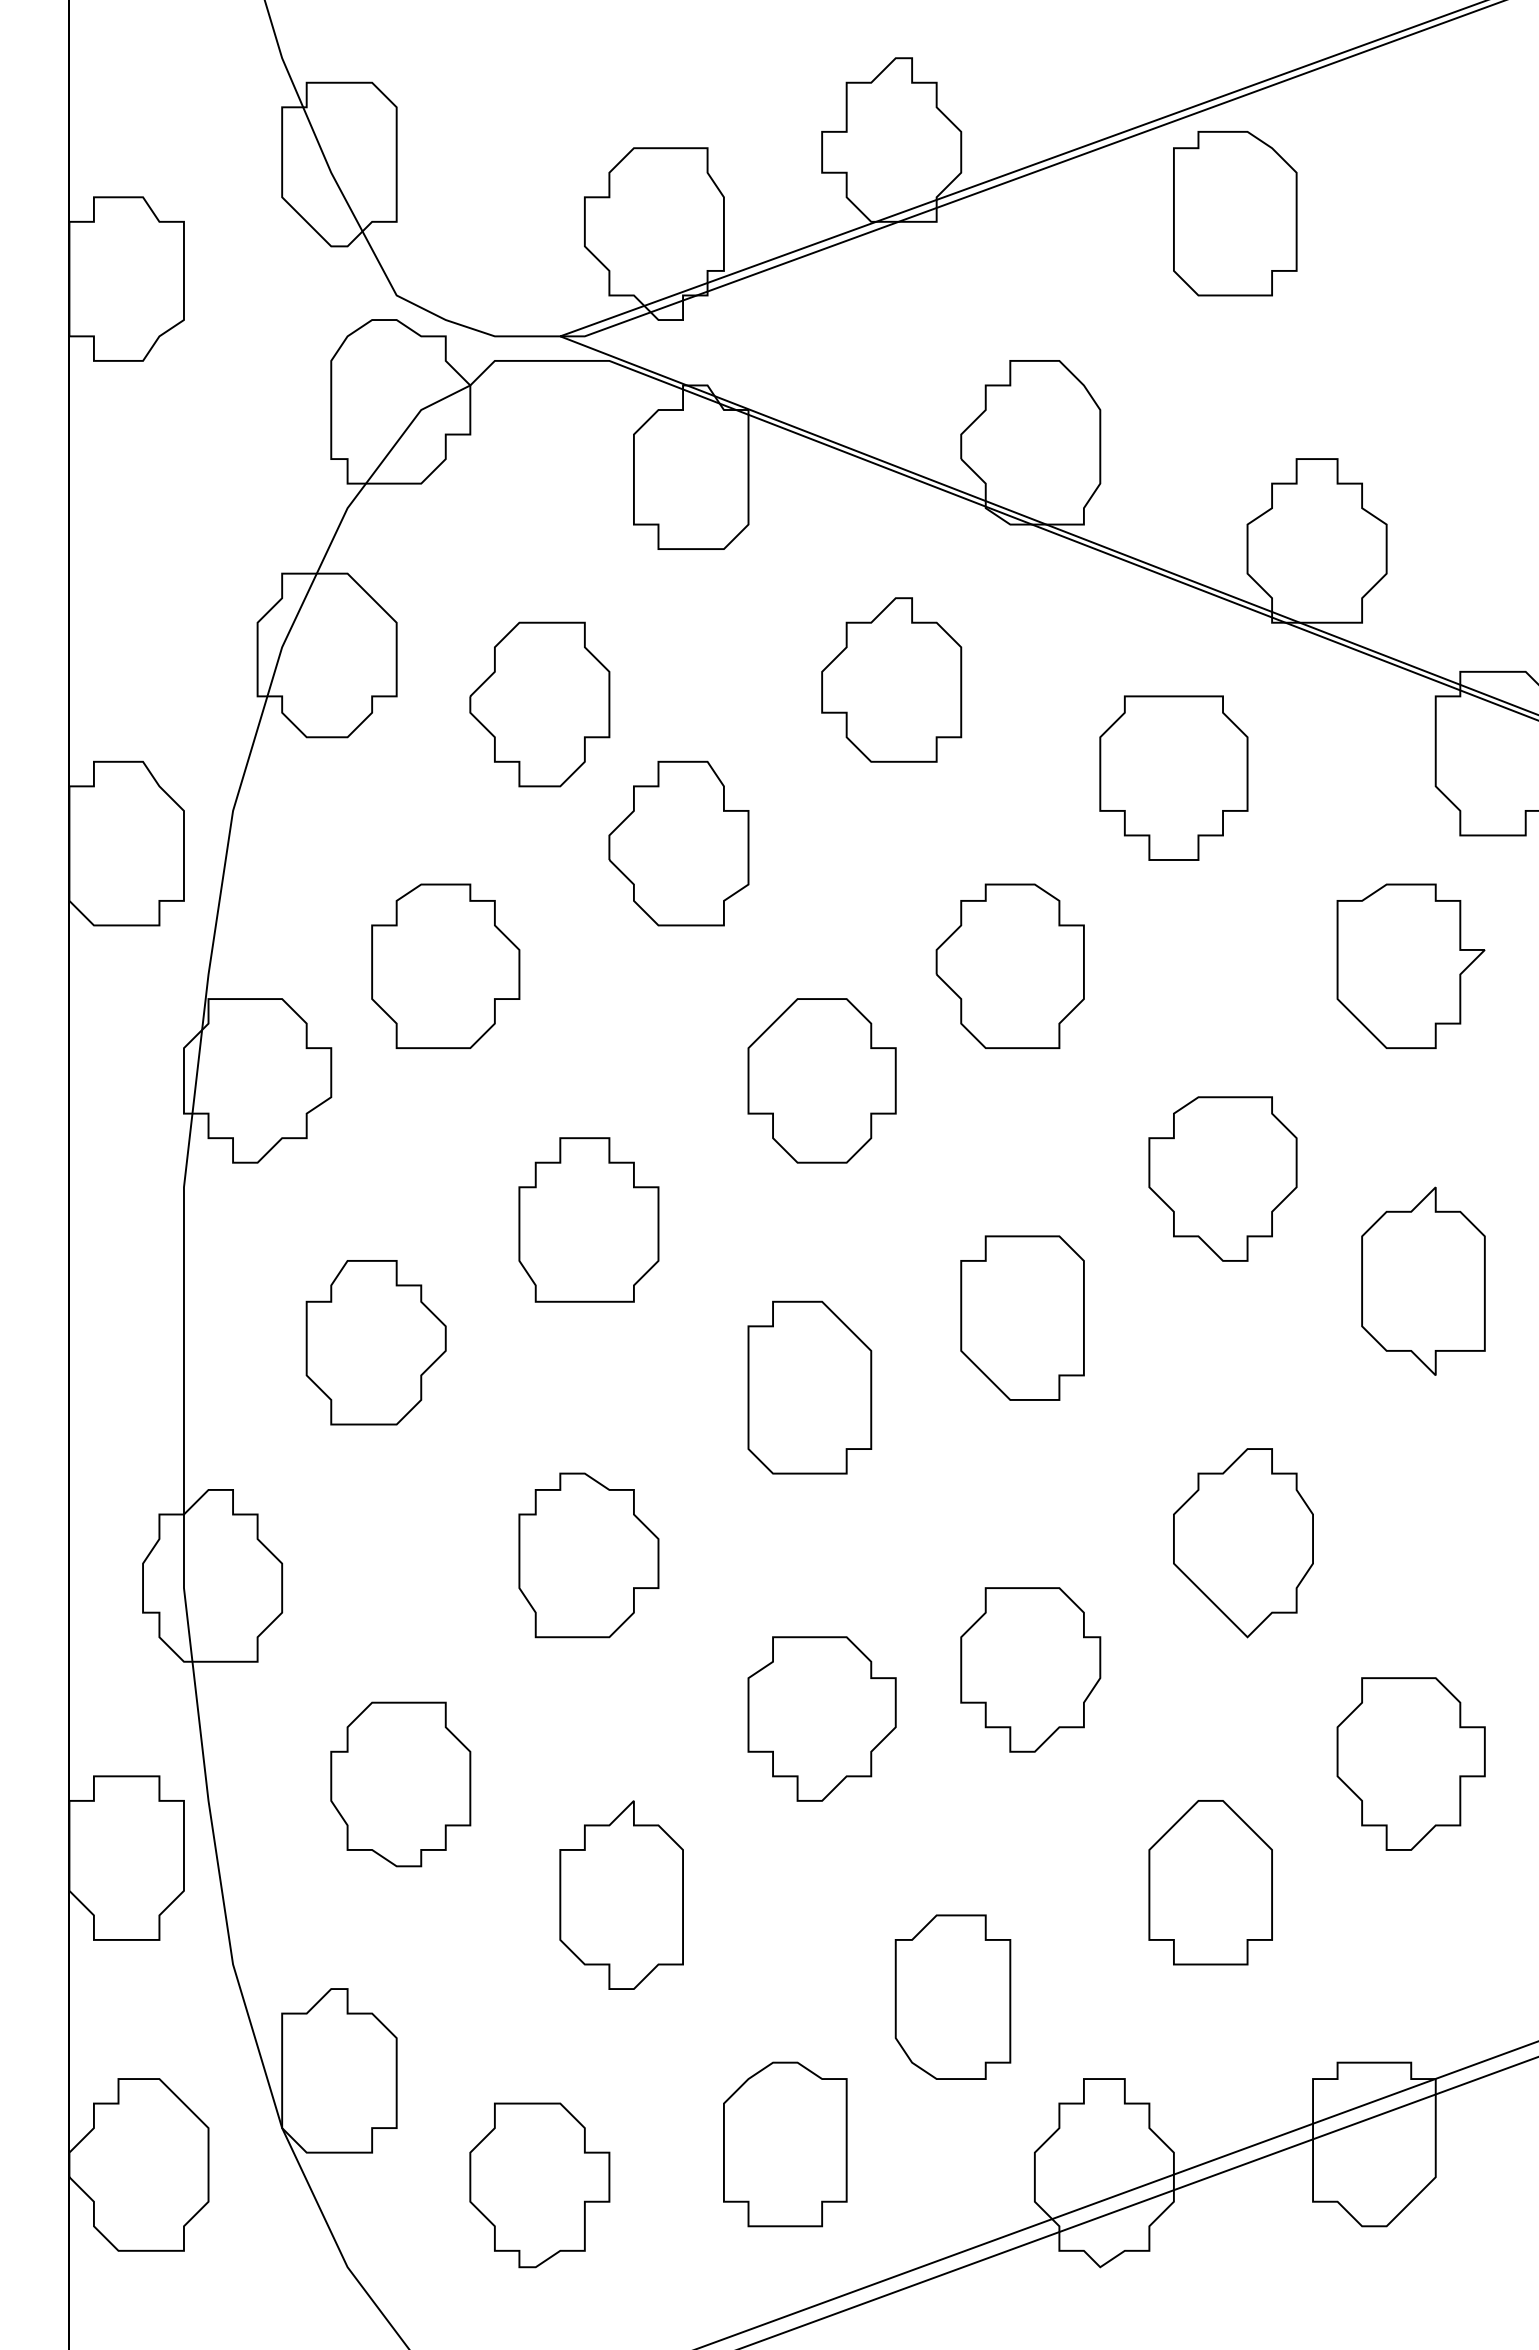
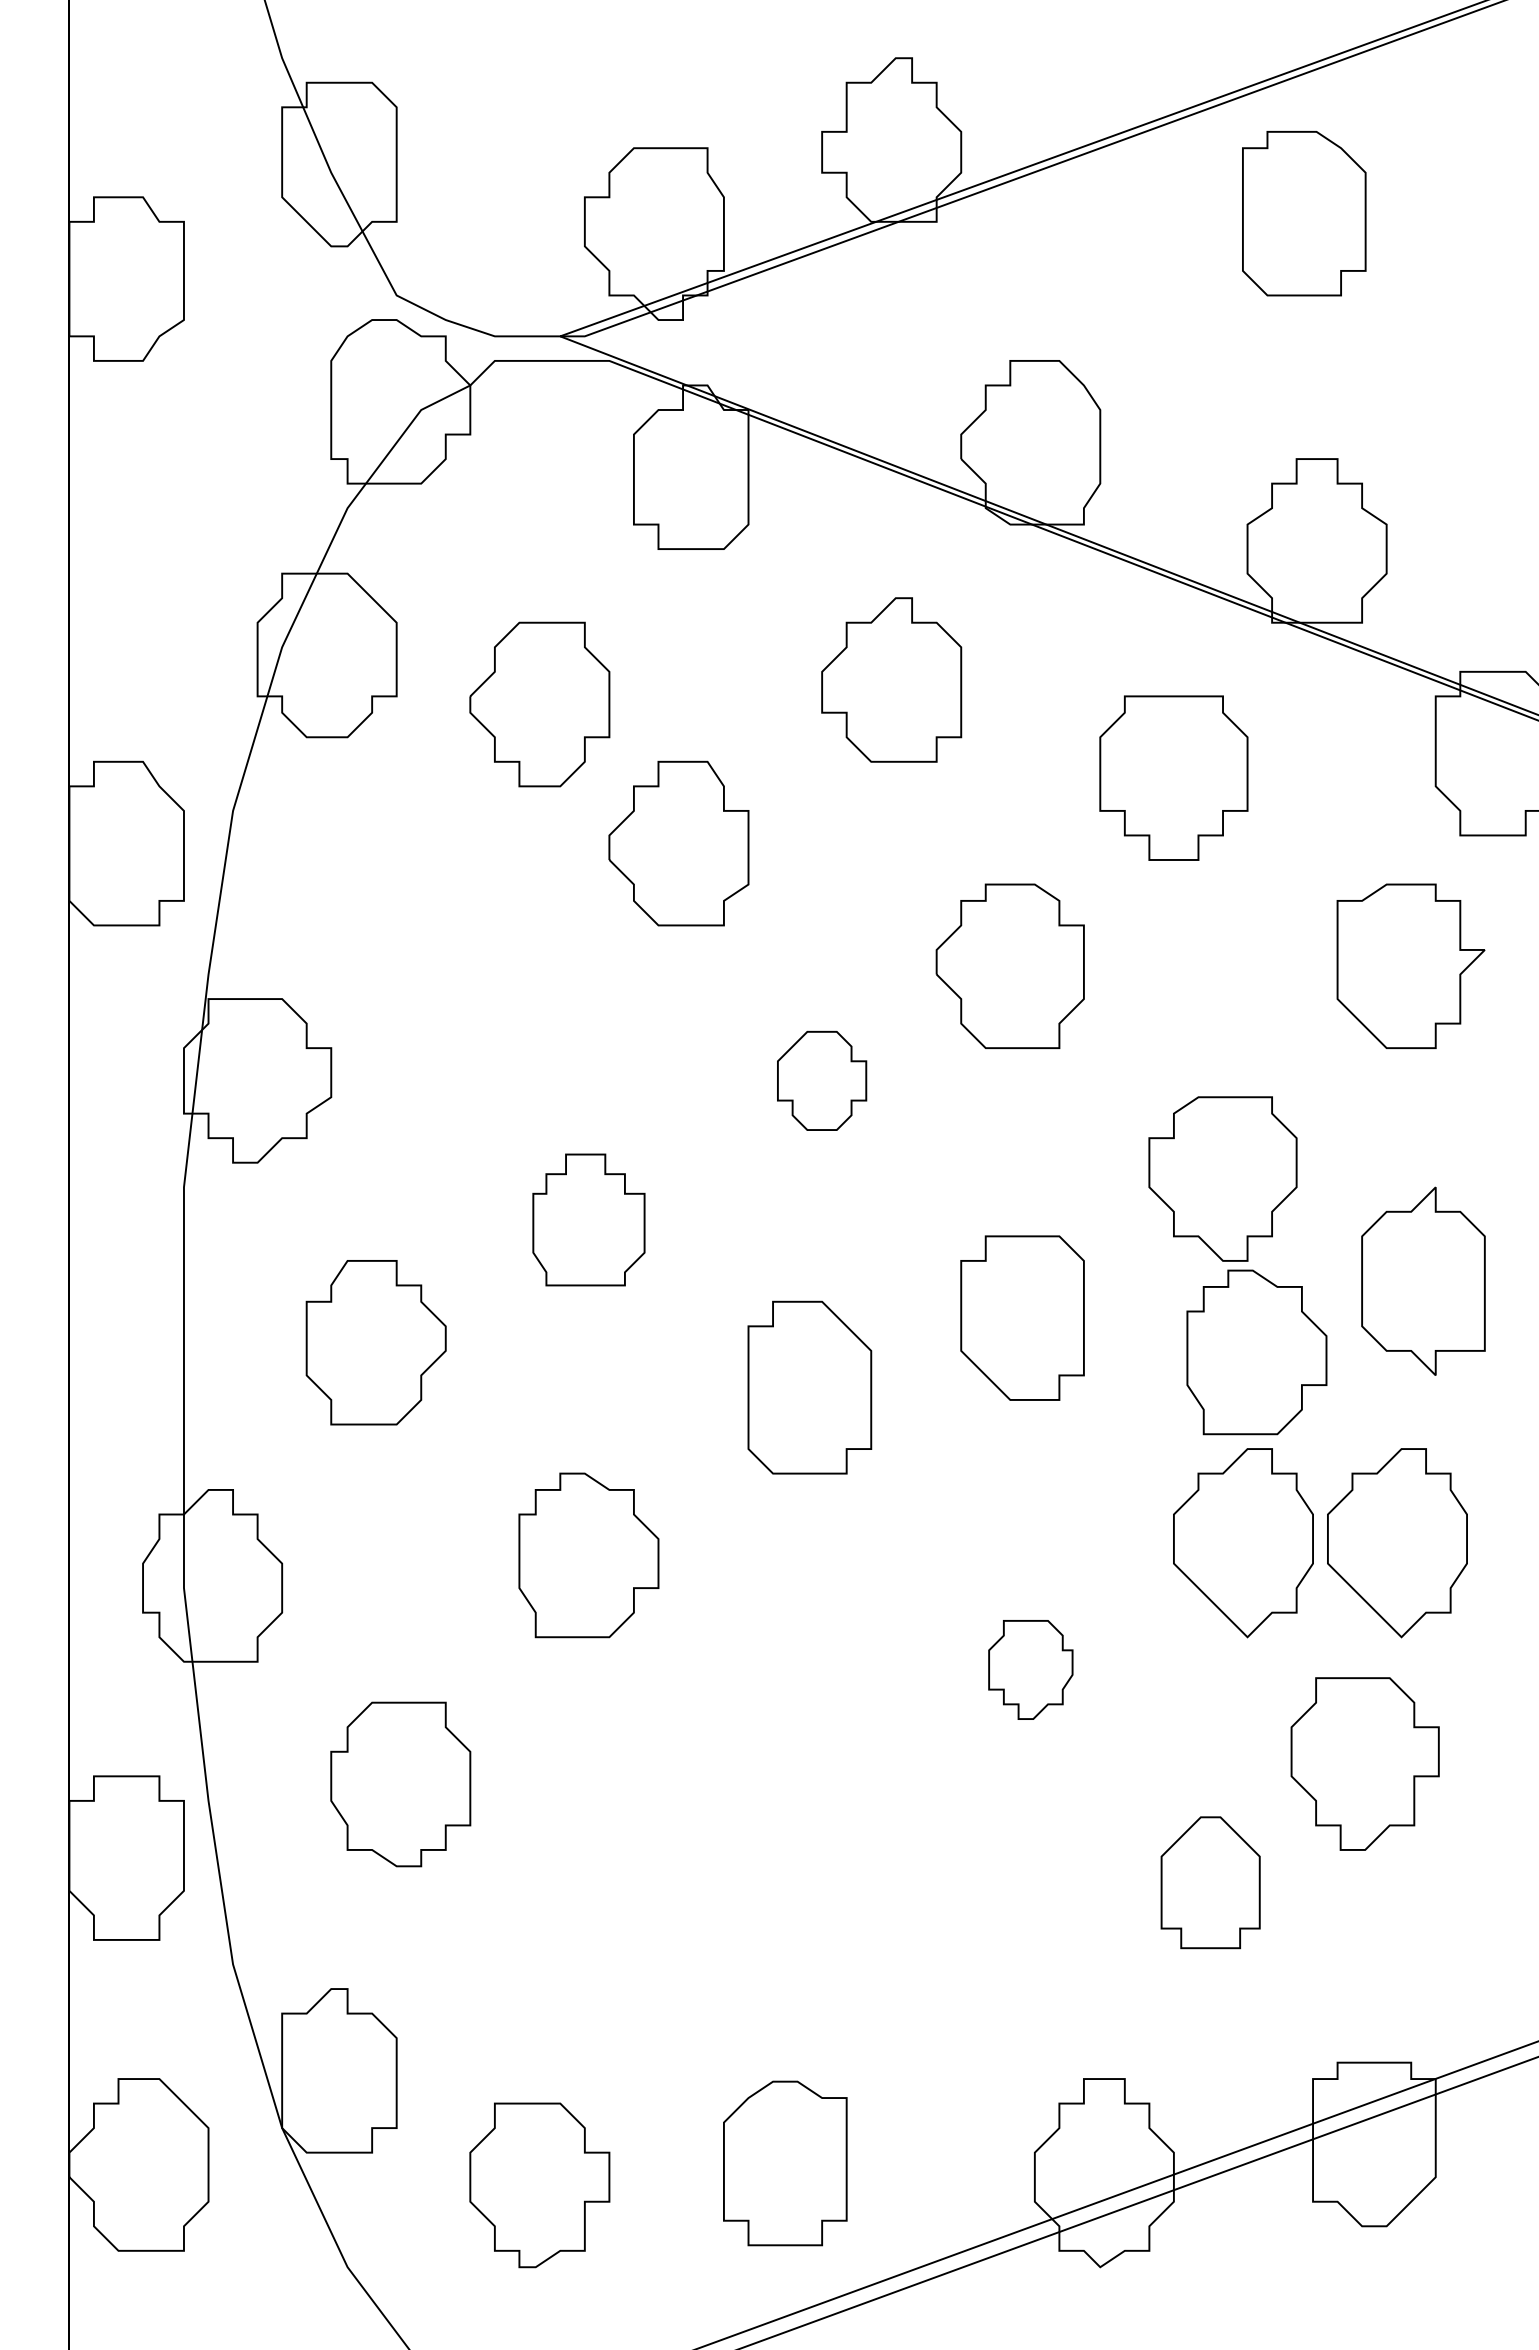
part at (1235, 213) position: (1235, 213) -> (1304, 213)
part at (445, 965): present -> none
part at (821, 1080) size: 150x166 px -> 91x101 px
part at (588, 1219) size: 142x166 px -> 114x134 px
part at (1256, 1352): none -> present
part at (1397, 1543): none -> present
part at (1030, 1669) size: 142x166 px -> 86x100 px
part at (821, 1718): present -> none
part at (1410, 1763) position: (1410, 1763) -> (1364, 1763)
part at (1210, 1882) size: 125x166 px -> 101x134 px
part at (621, 1894): present -> none
part at (952, 1996): present -> none
part at (785, 2144) position: (785, 2144) -> (785, 2163)
